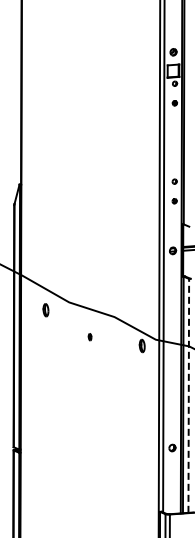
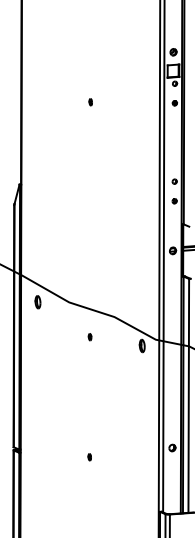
part at (90, 102): none -> present
part at (45, 310) position: (45, 310) -> (37, 302)
line at (188, 395): dashed -> solid
part at (89, 457): none -> present
